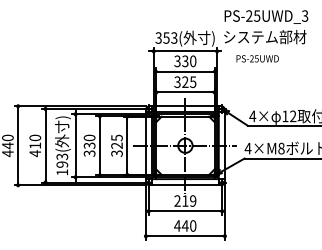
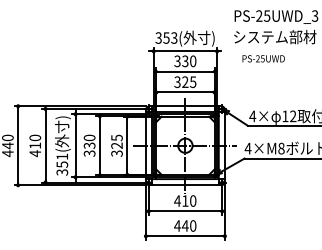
text at (266, 27) position: (266, 27) -> (276, 27)
text at (257, 58) position: (257, 58) -> (263, 58)
text at (62, 164): 193( -> 351(
text at (185, 200): 219 -> 410
